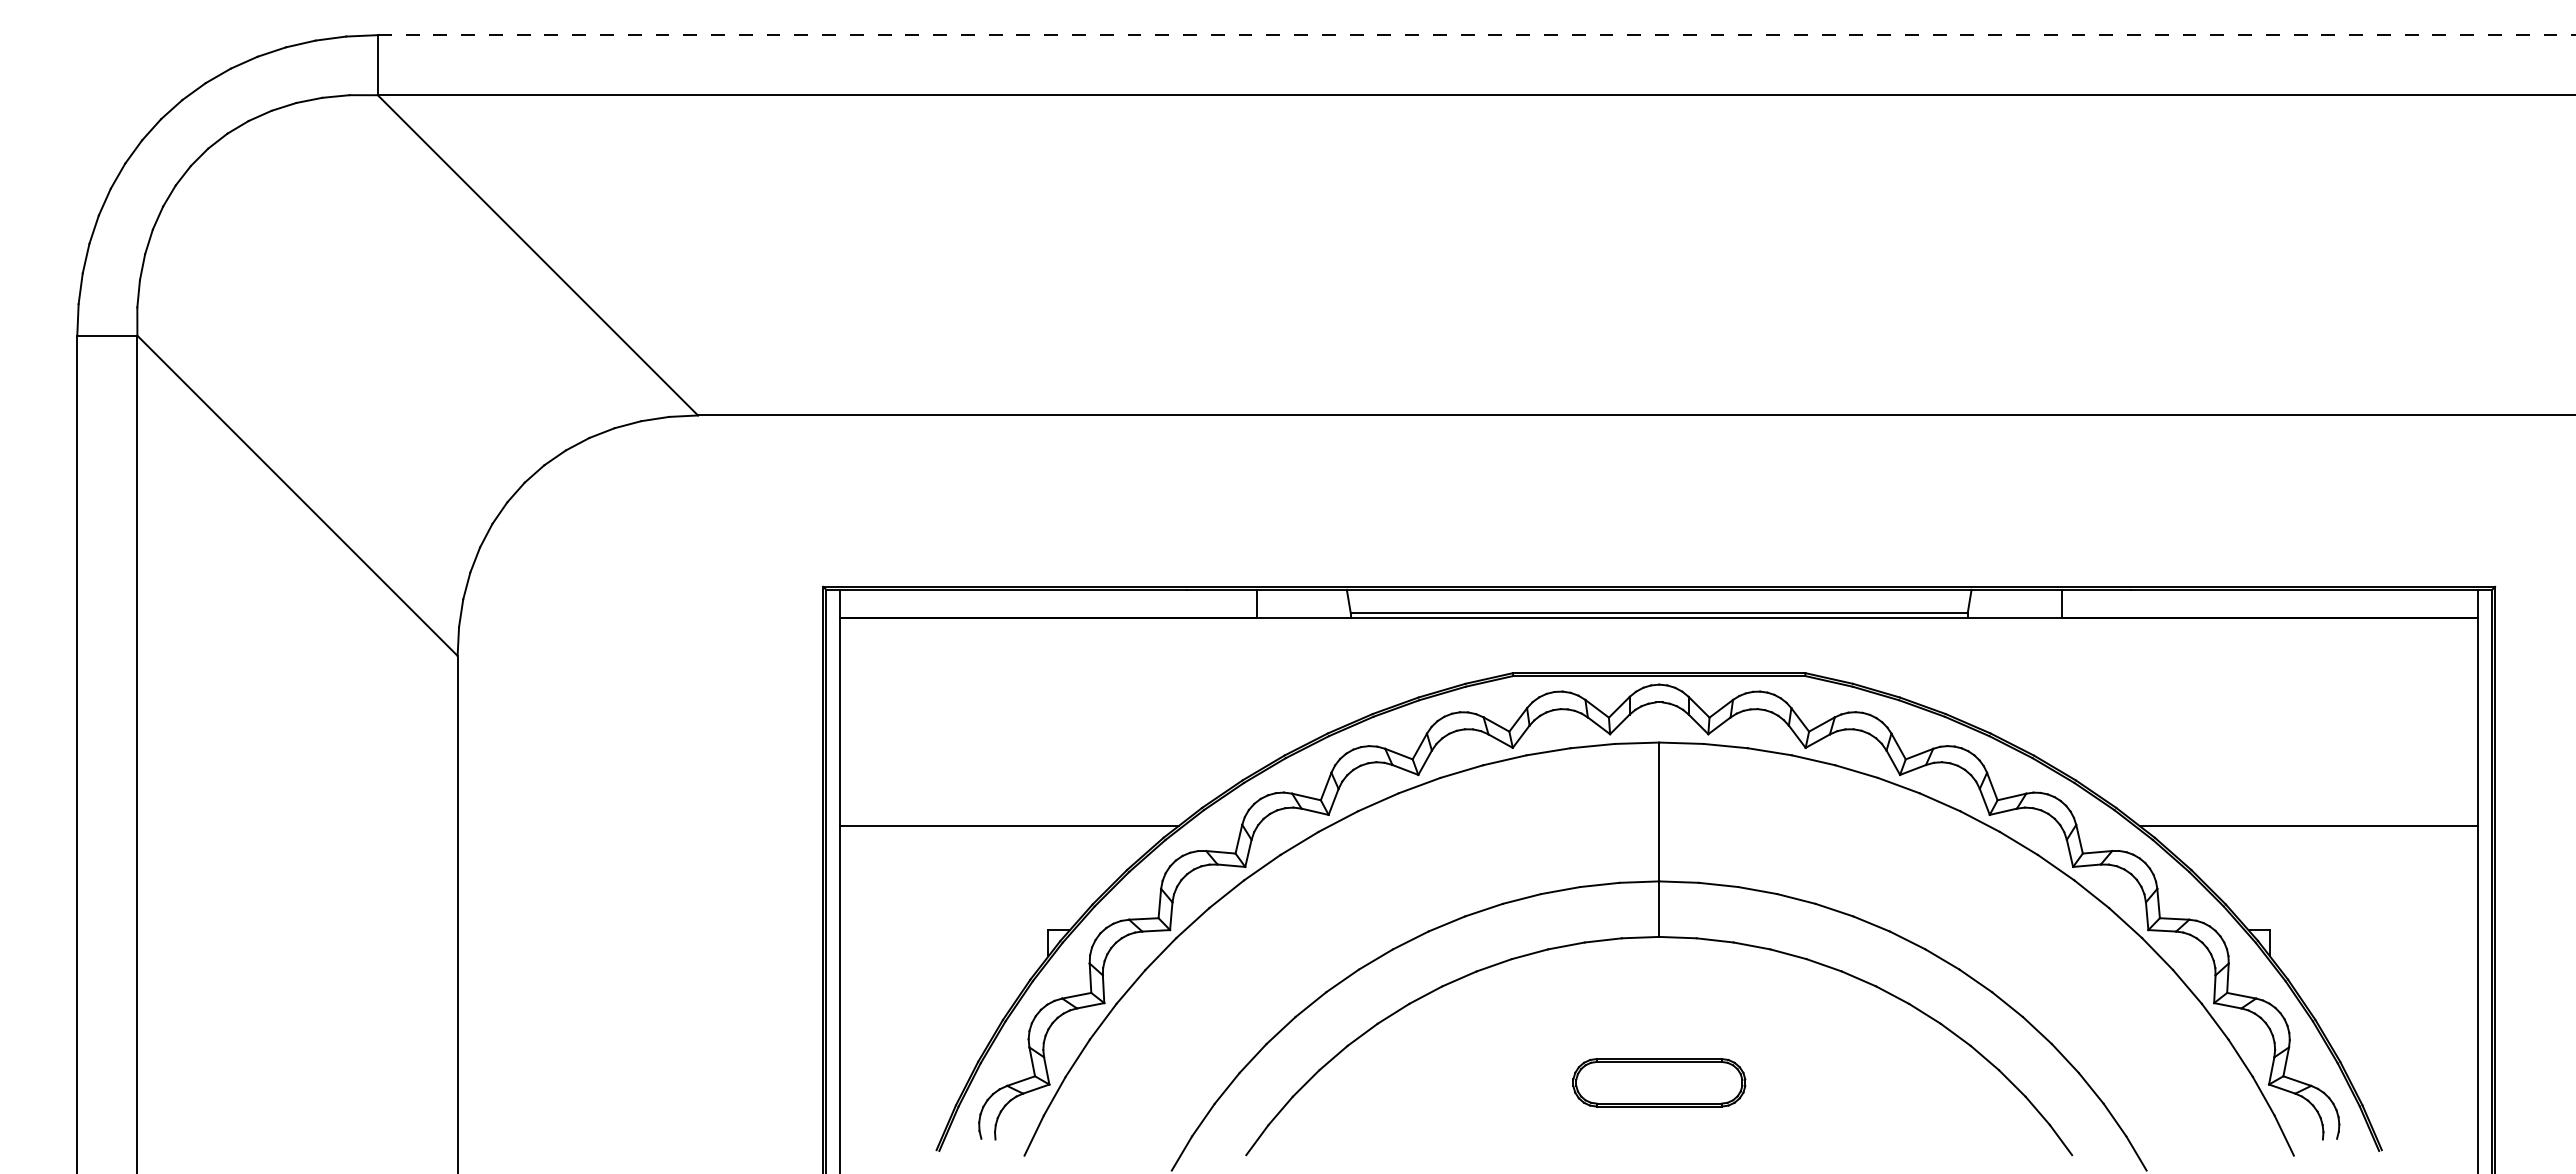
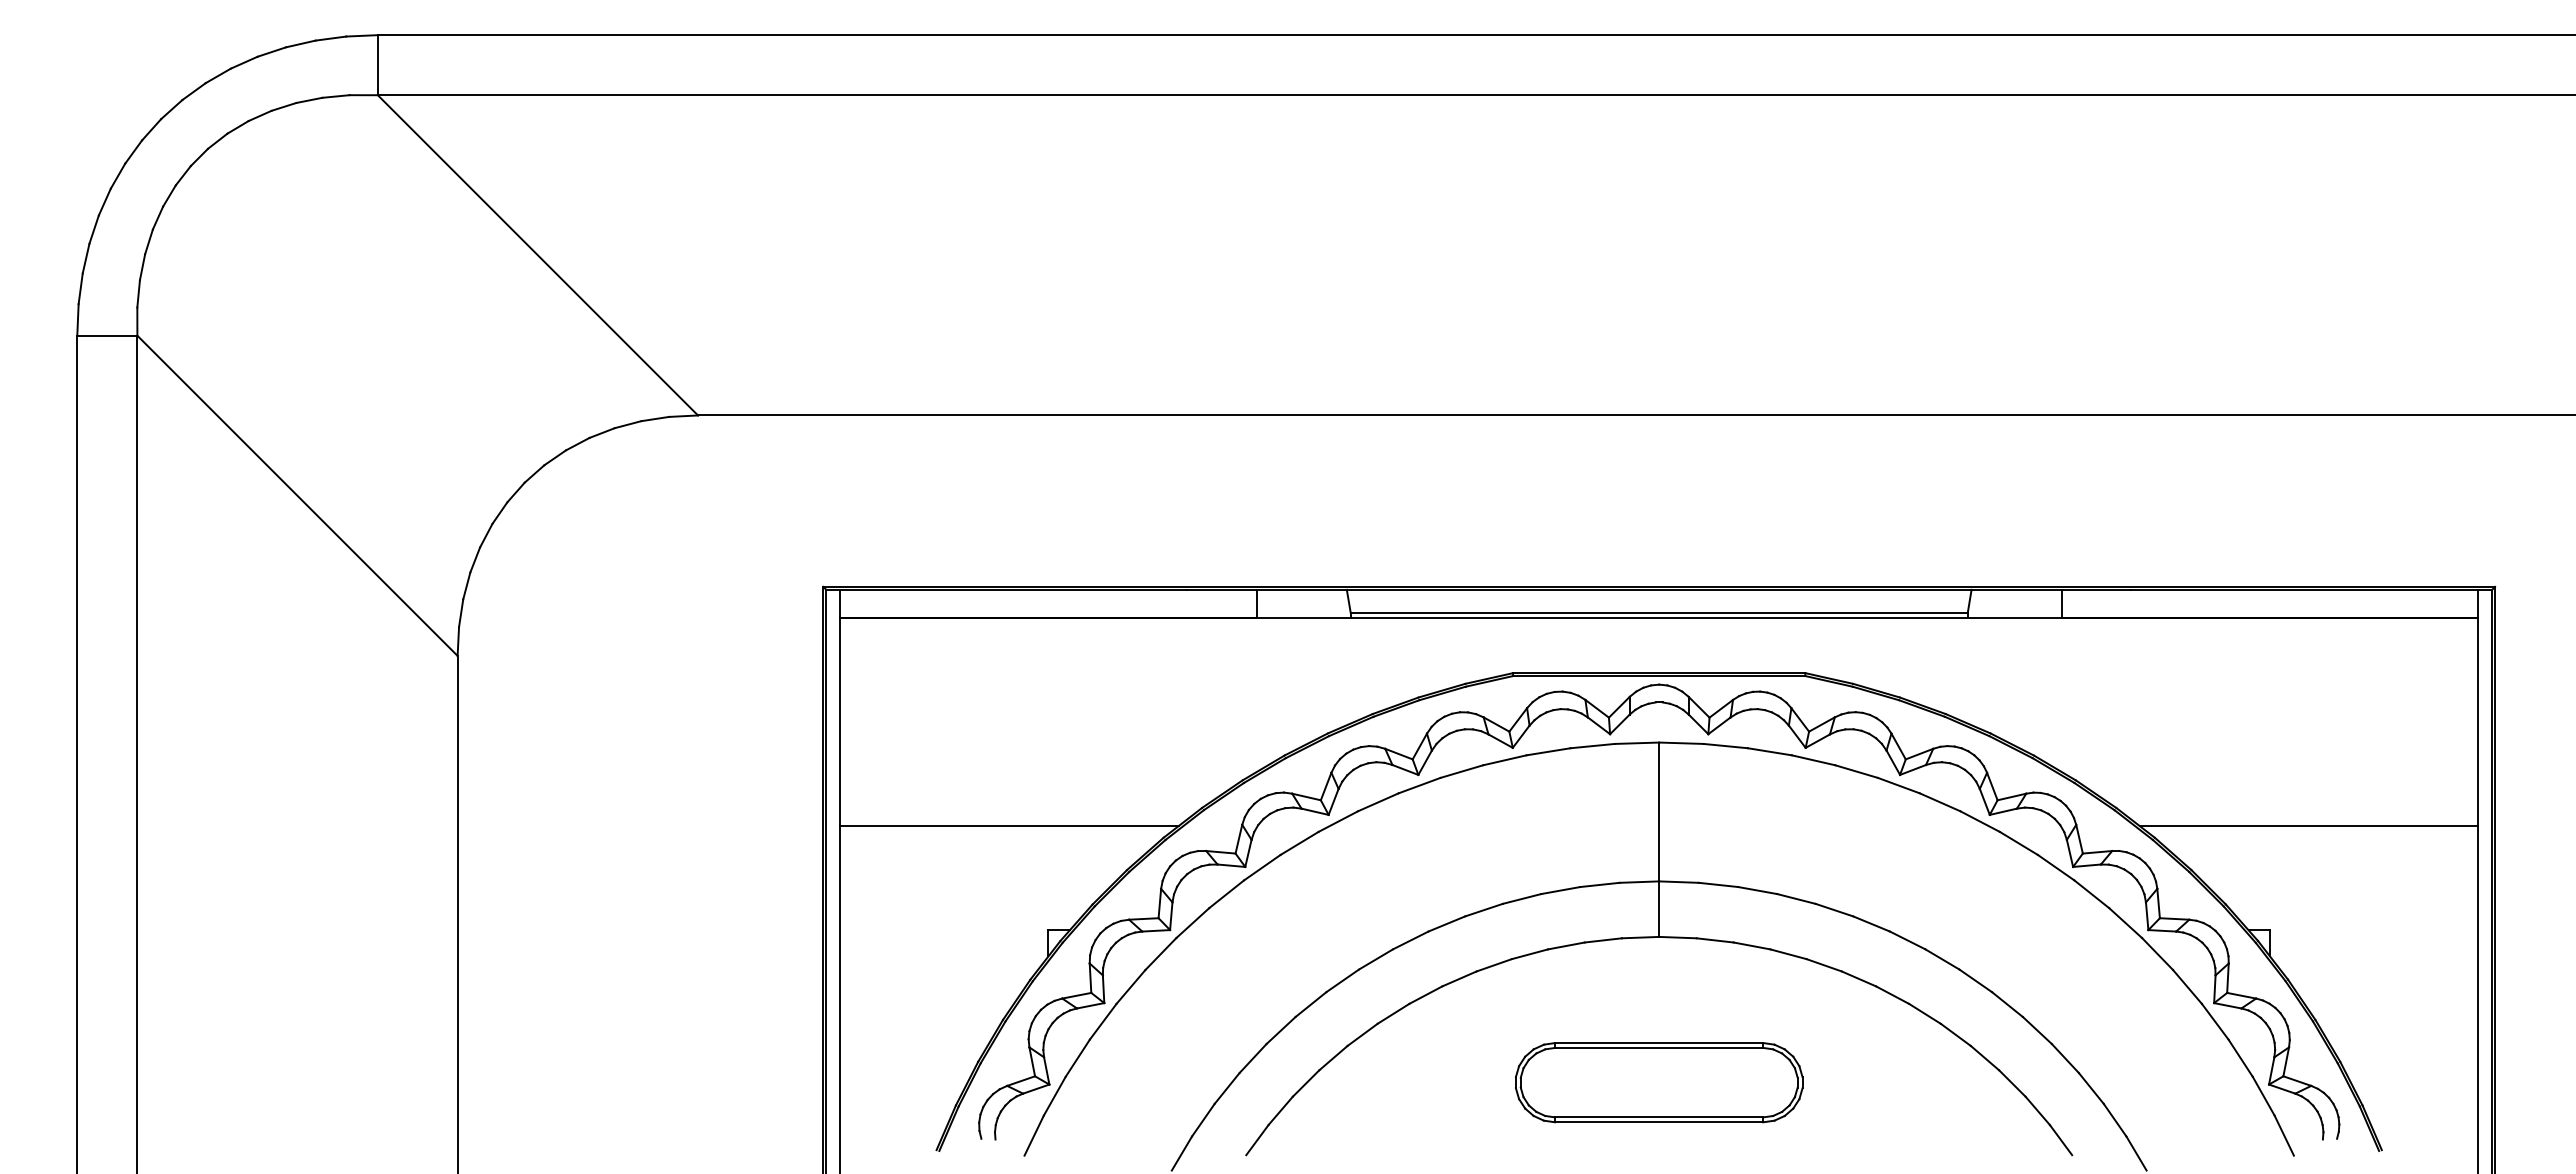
line at (1476, 35): dashed -> solid
part at (1659, 1082) size: 175x50 px -> 289x82 px
